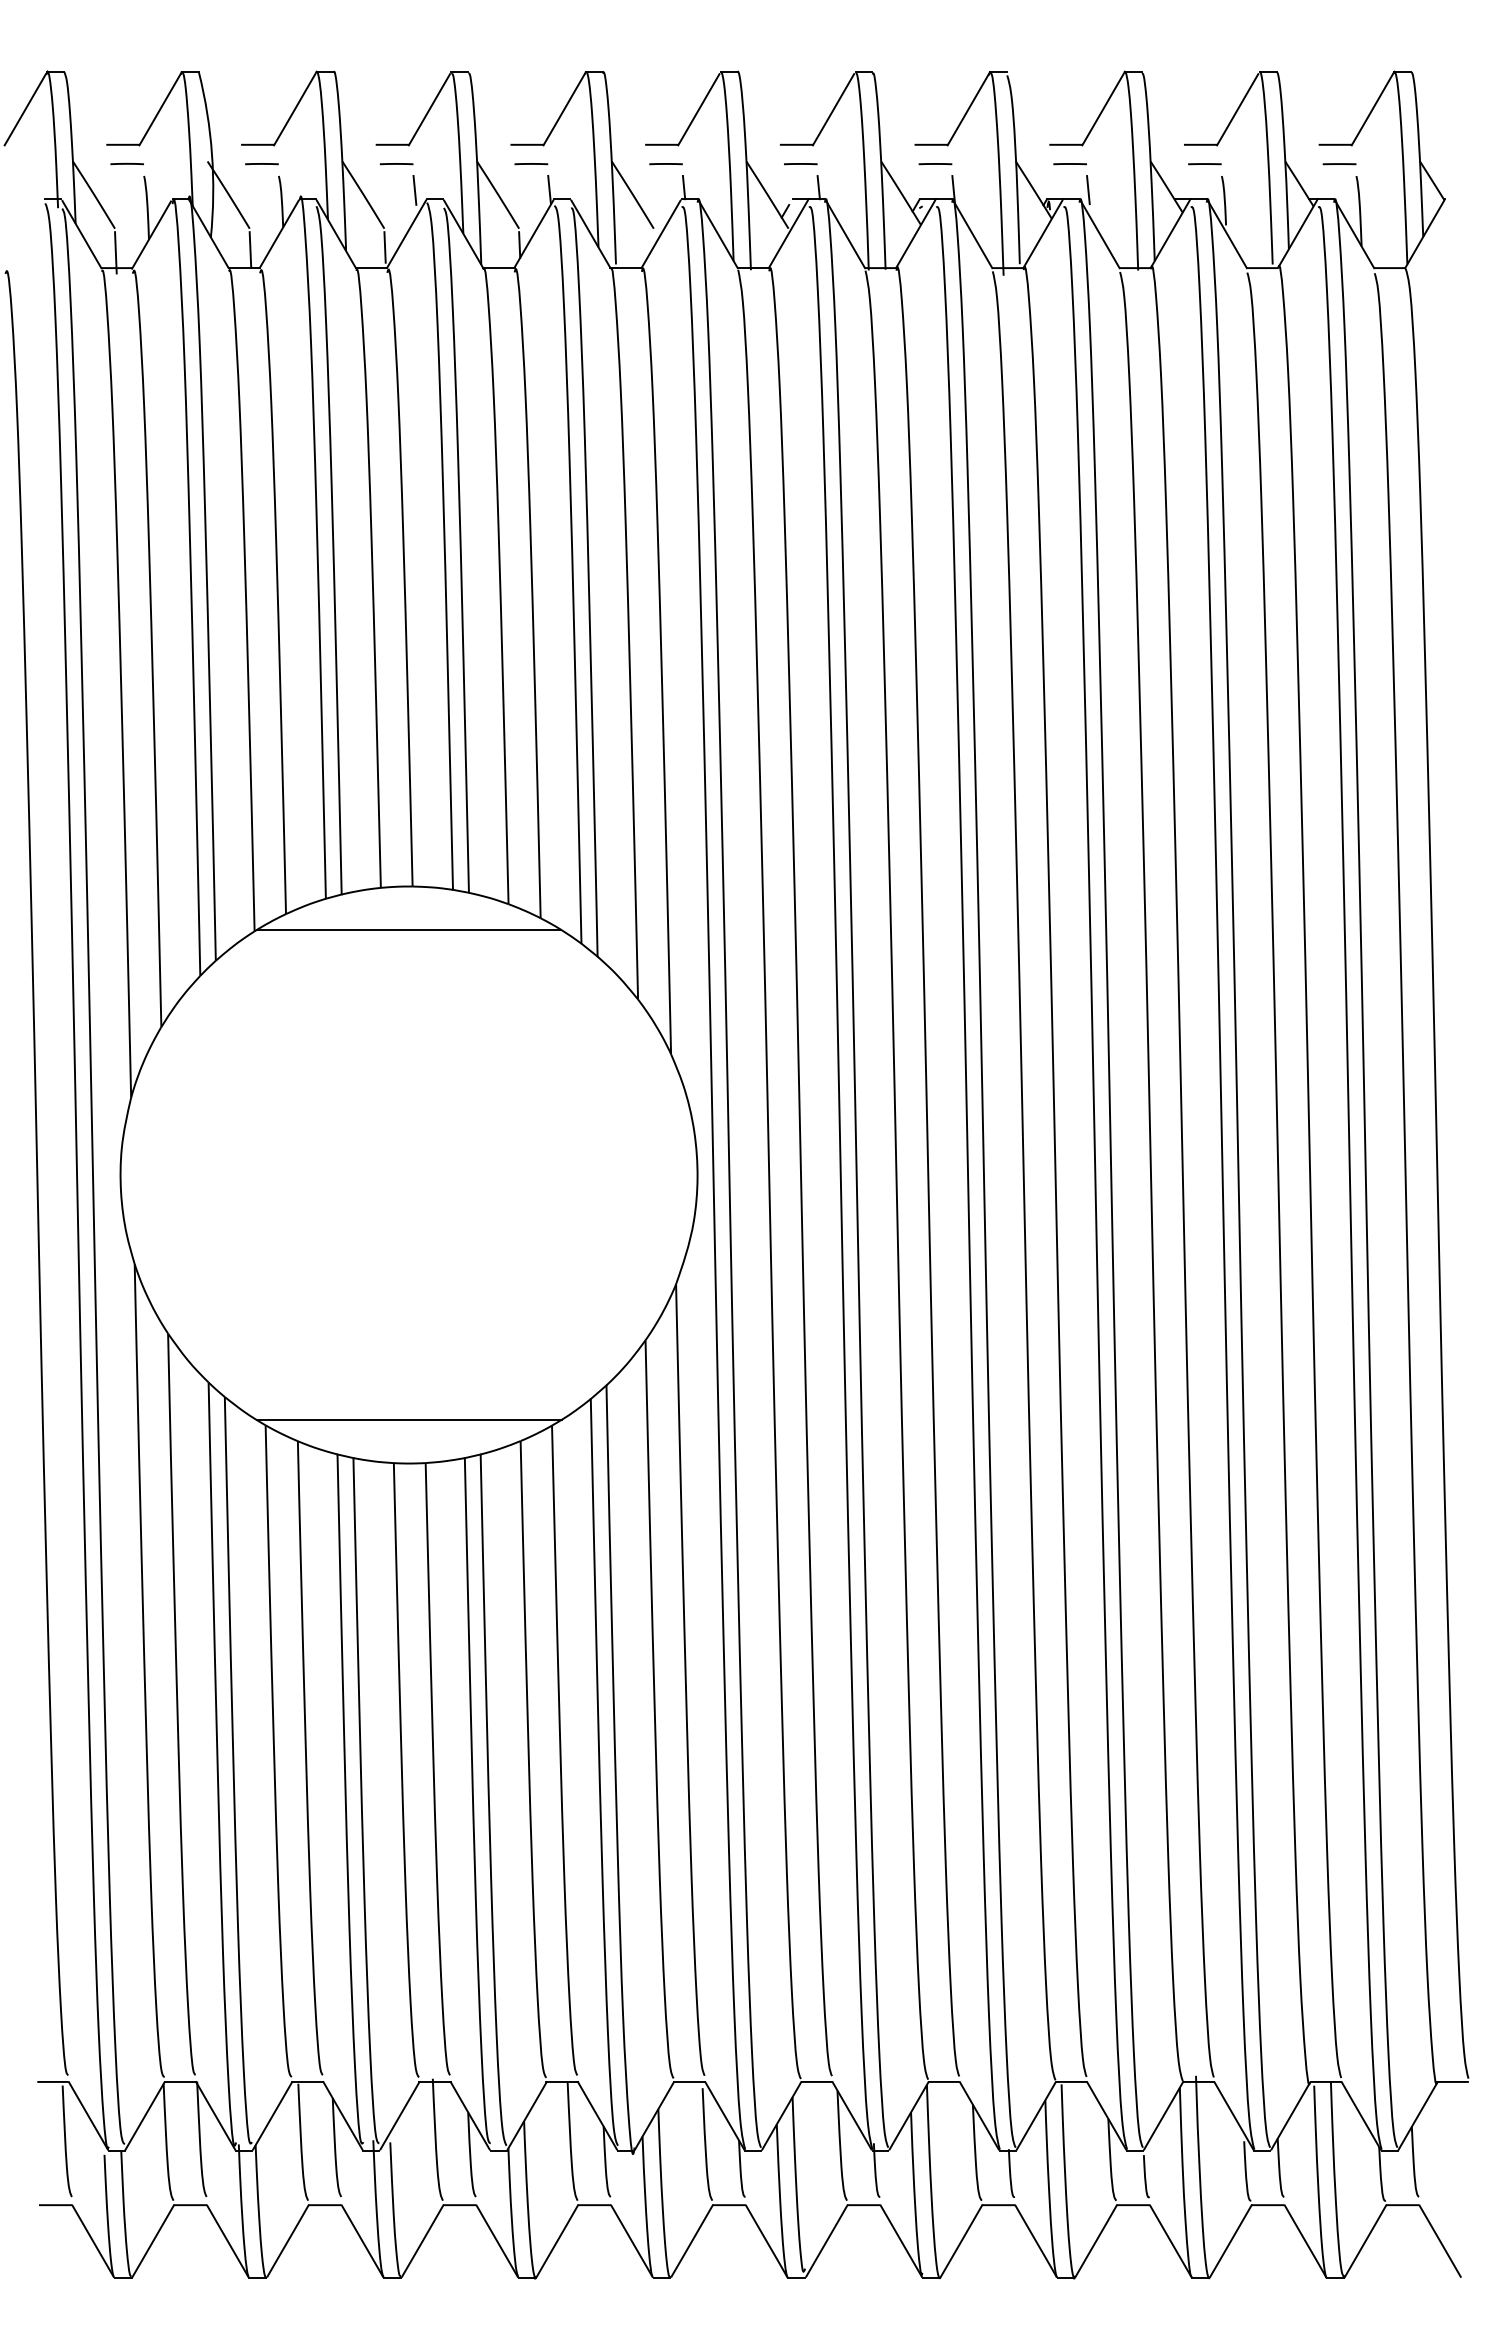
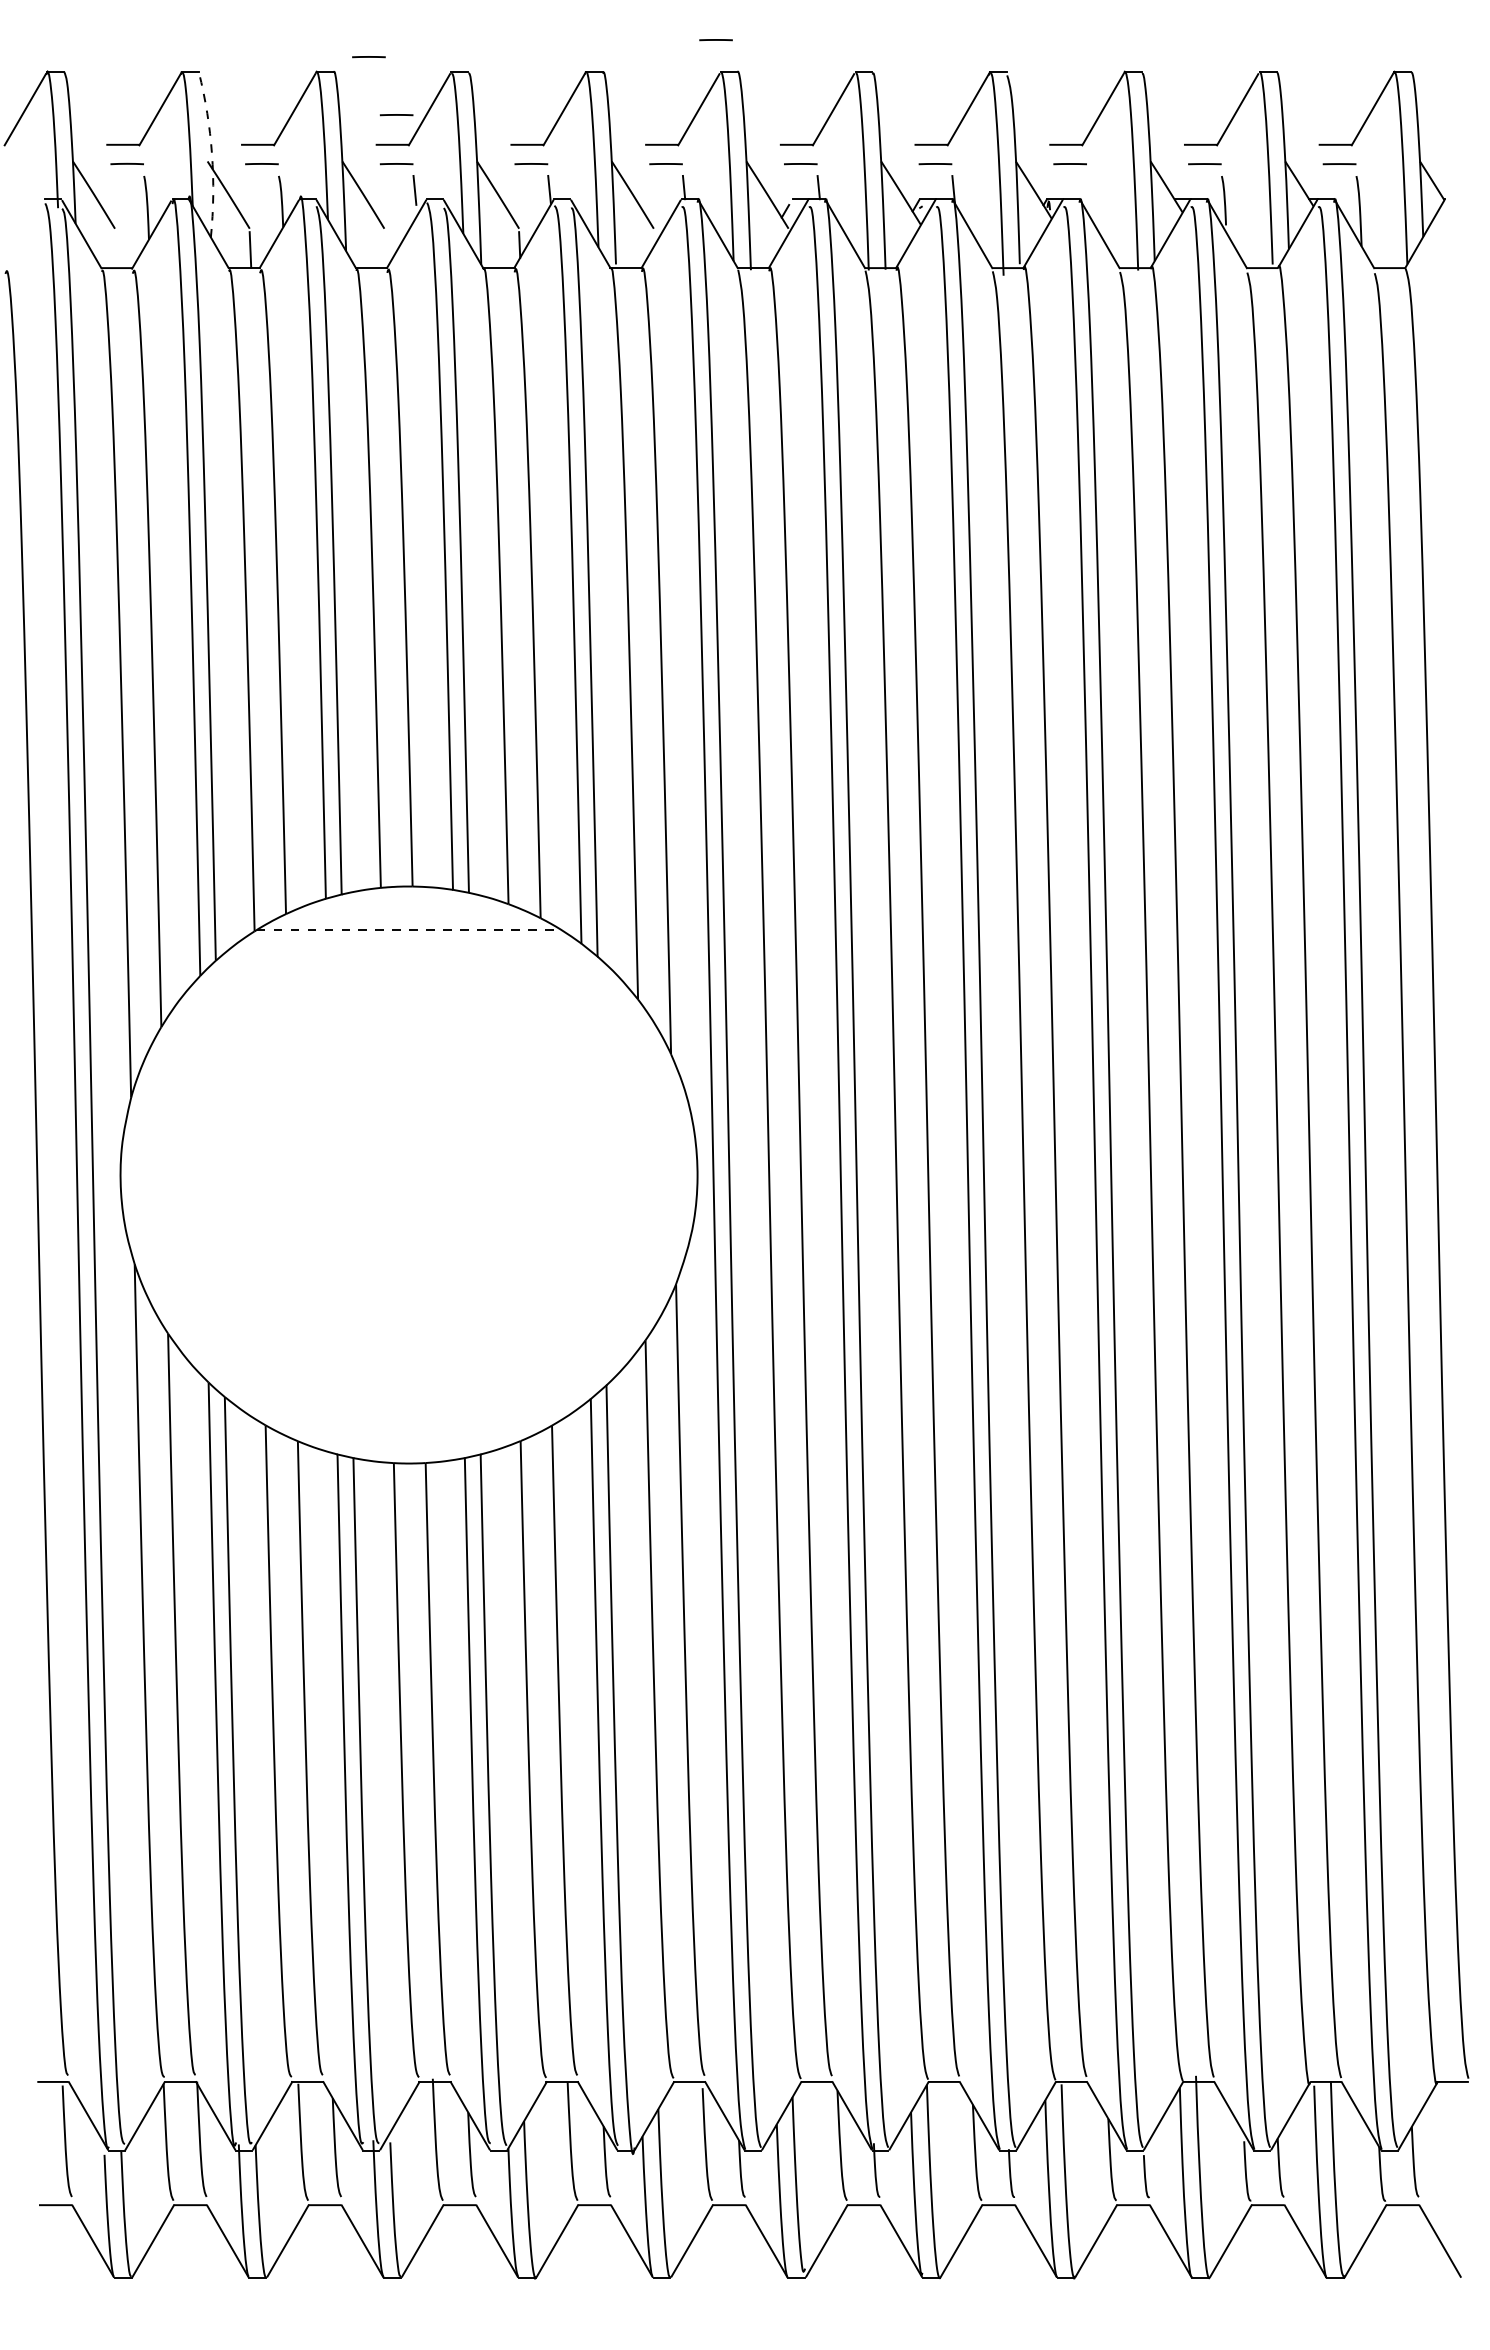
line at (715, 40): none -> present
line at (368, 57): none -> present
line at (396, 115): none -> present
arc at (212, 154): solid -> dashed
line at (1088, 190): present -> none
line at (384, 247): present -> none
line at (115, 252): present -> none
line at (409, 930): solid -> dashed
line at (408, 1420): present -> none
